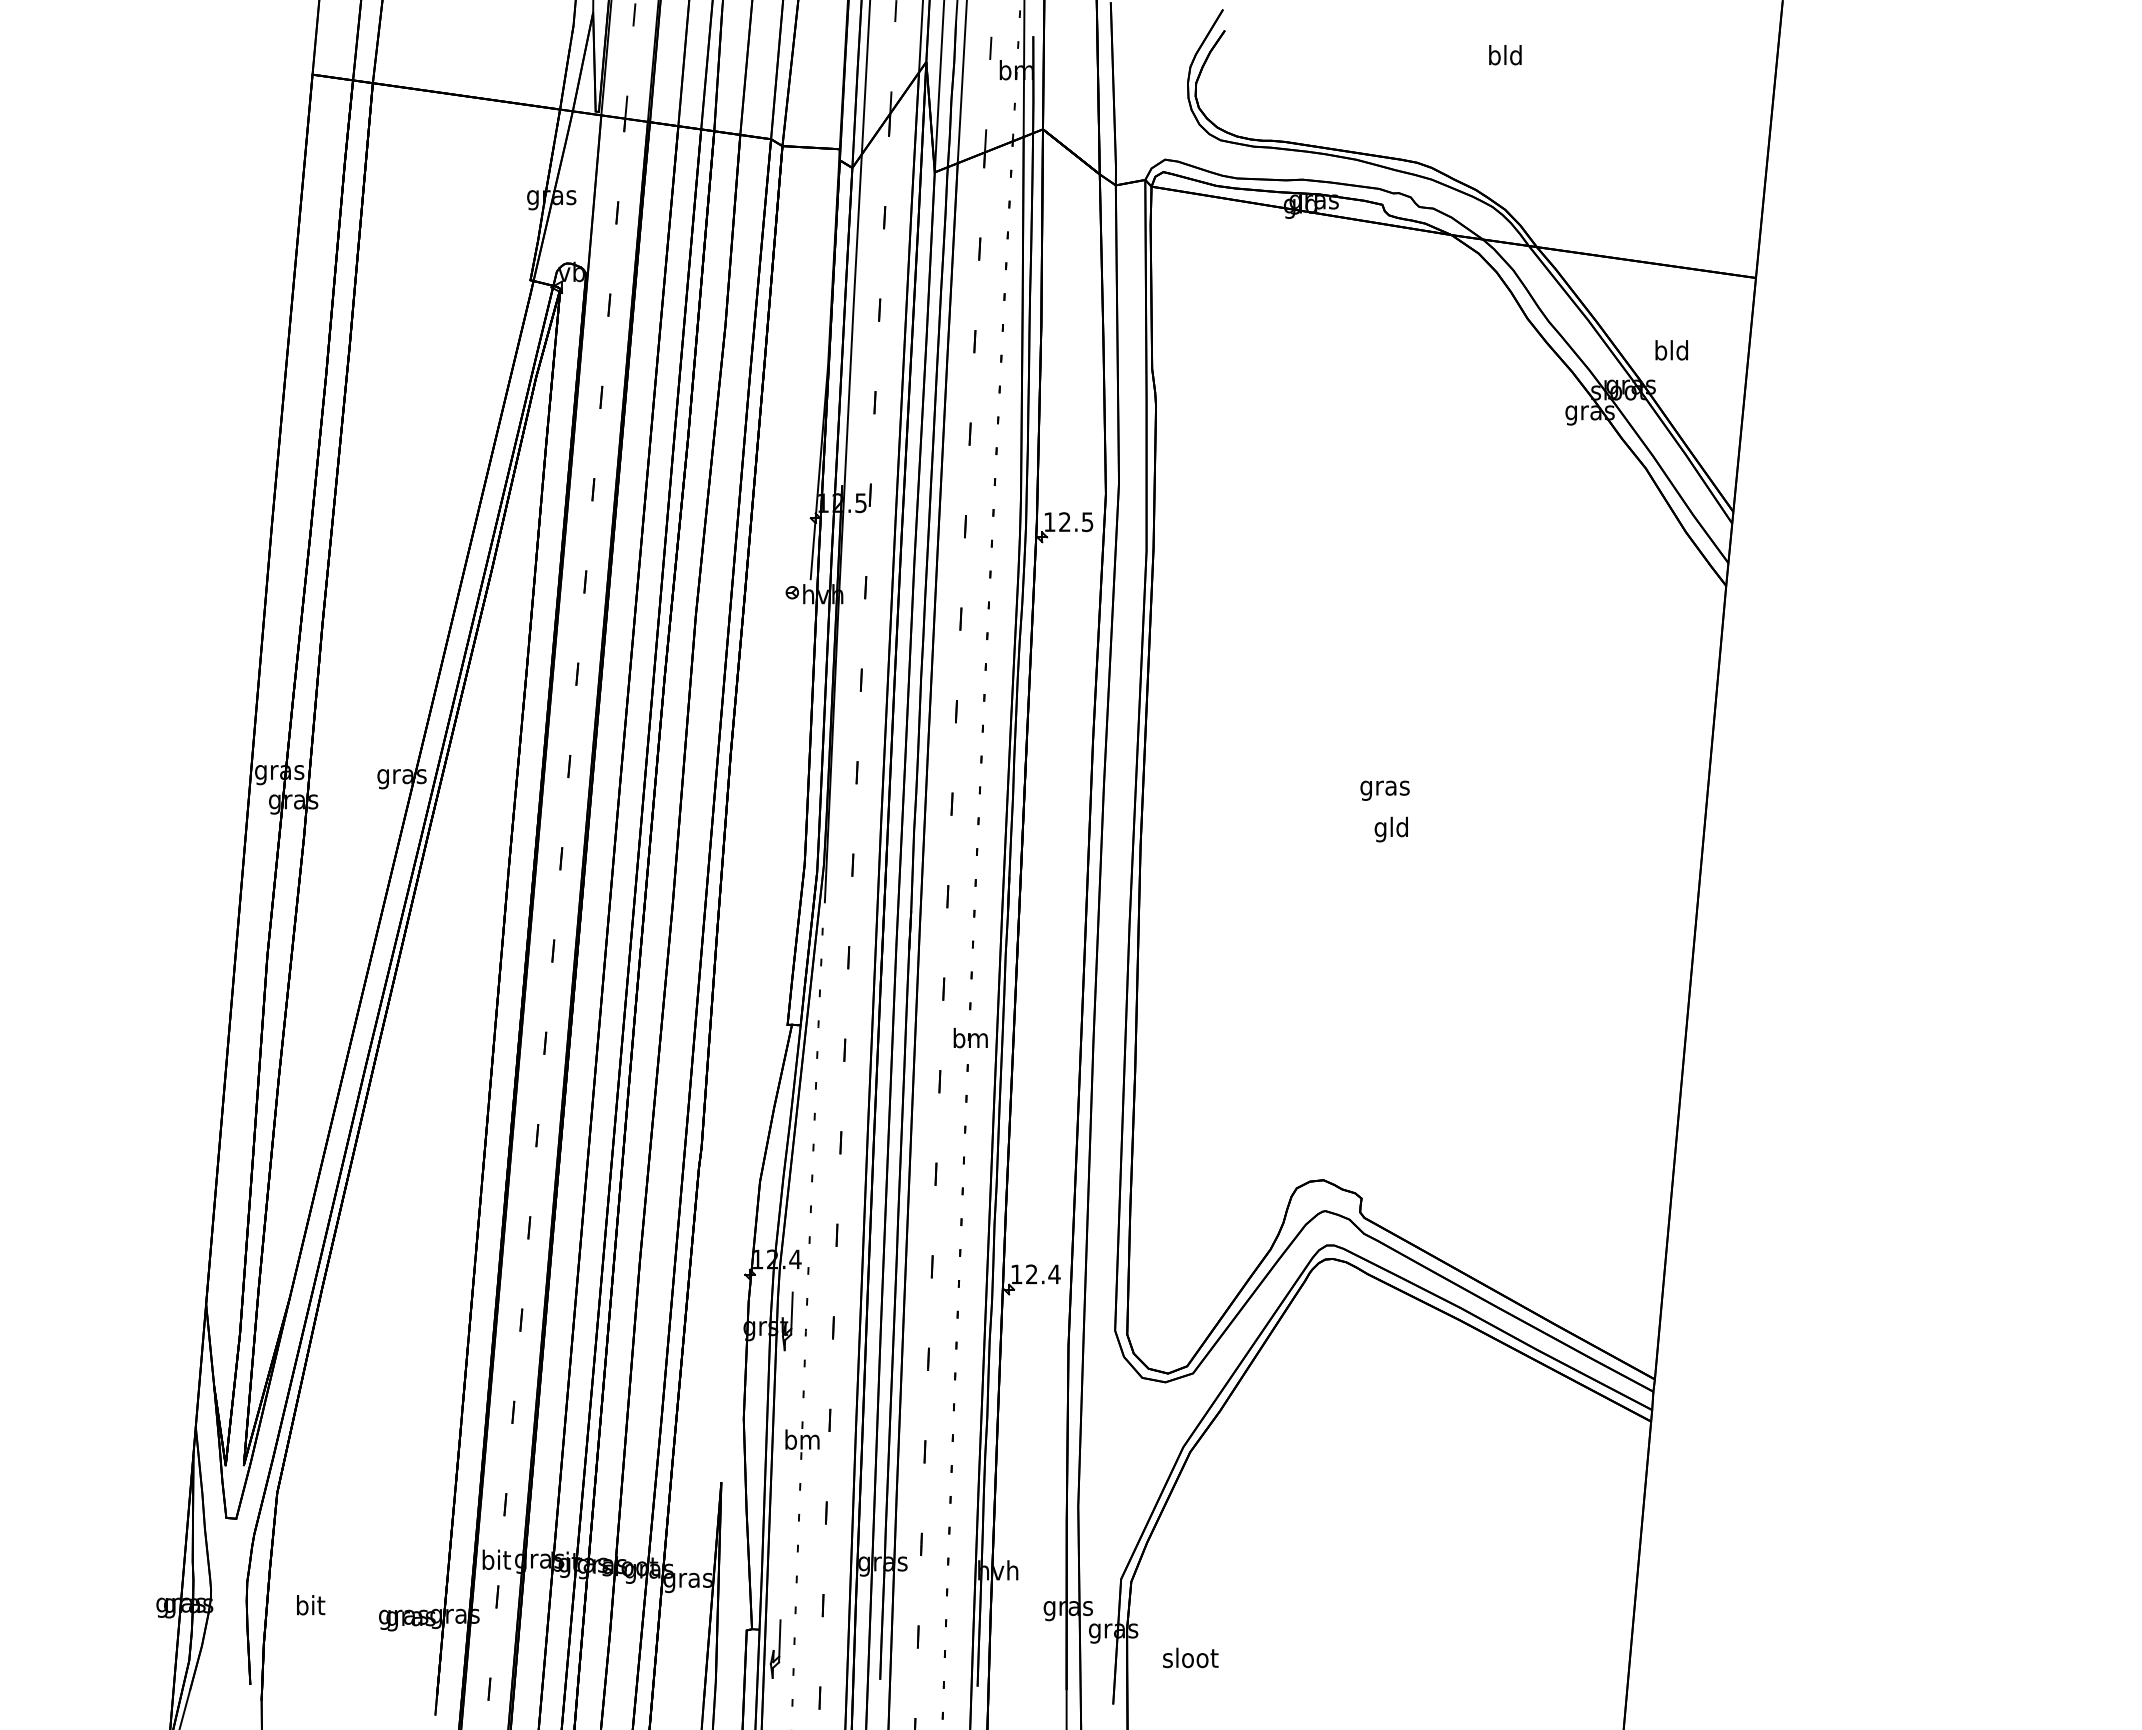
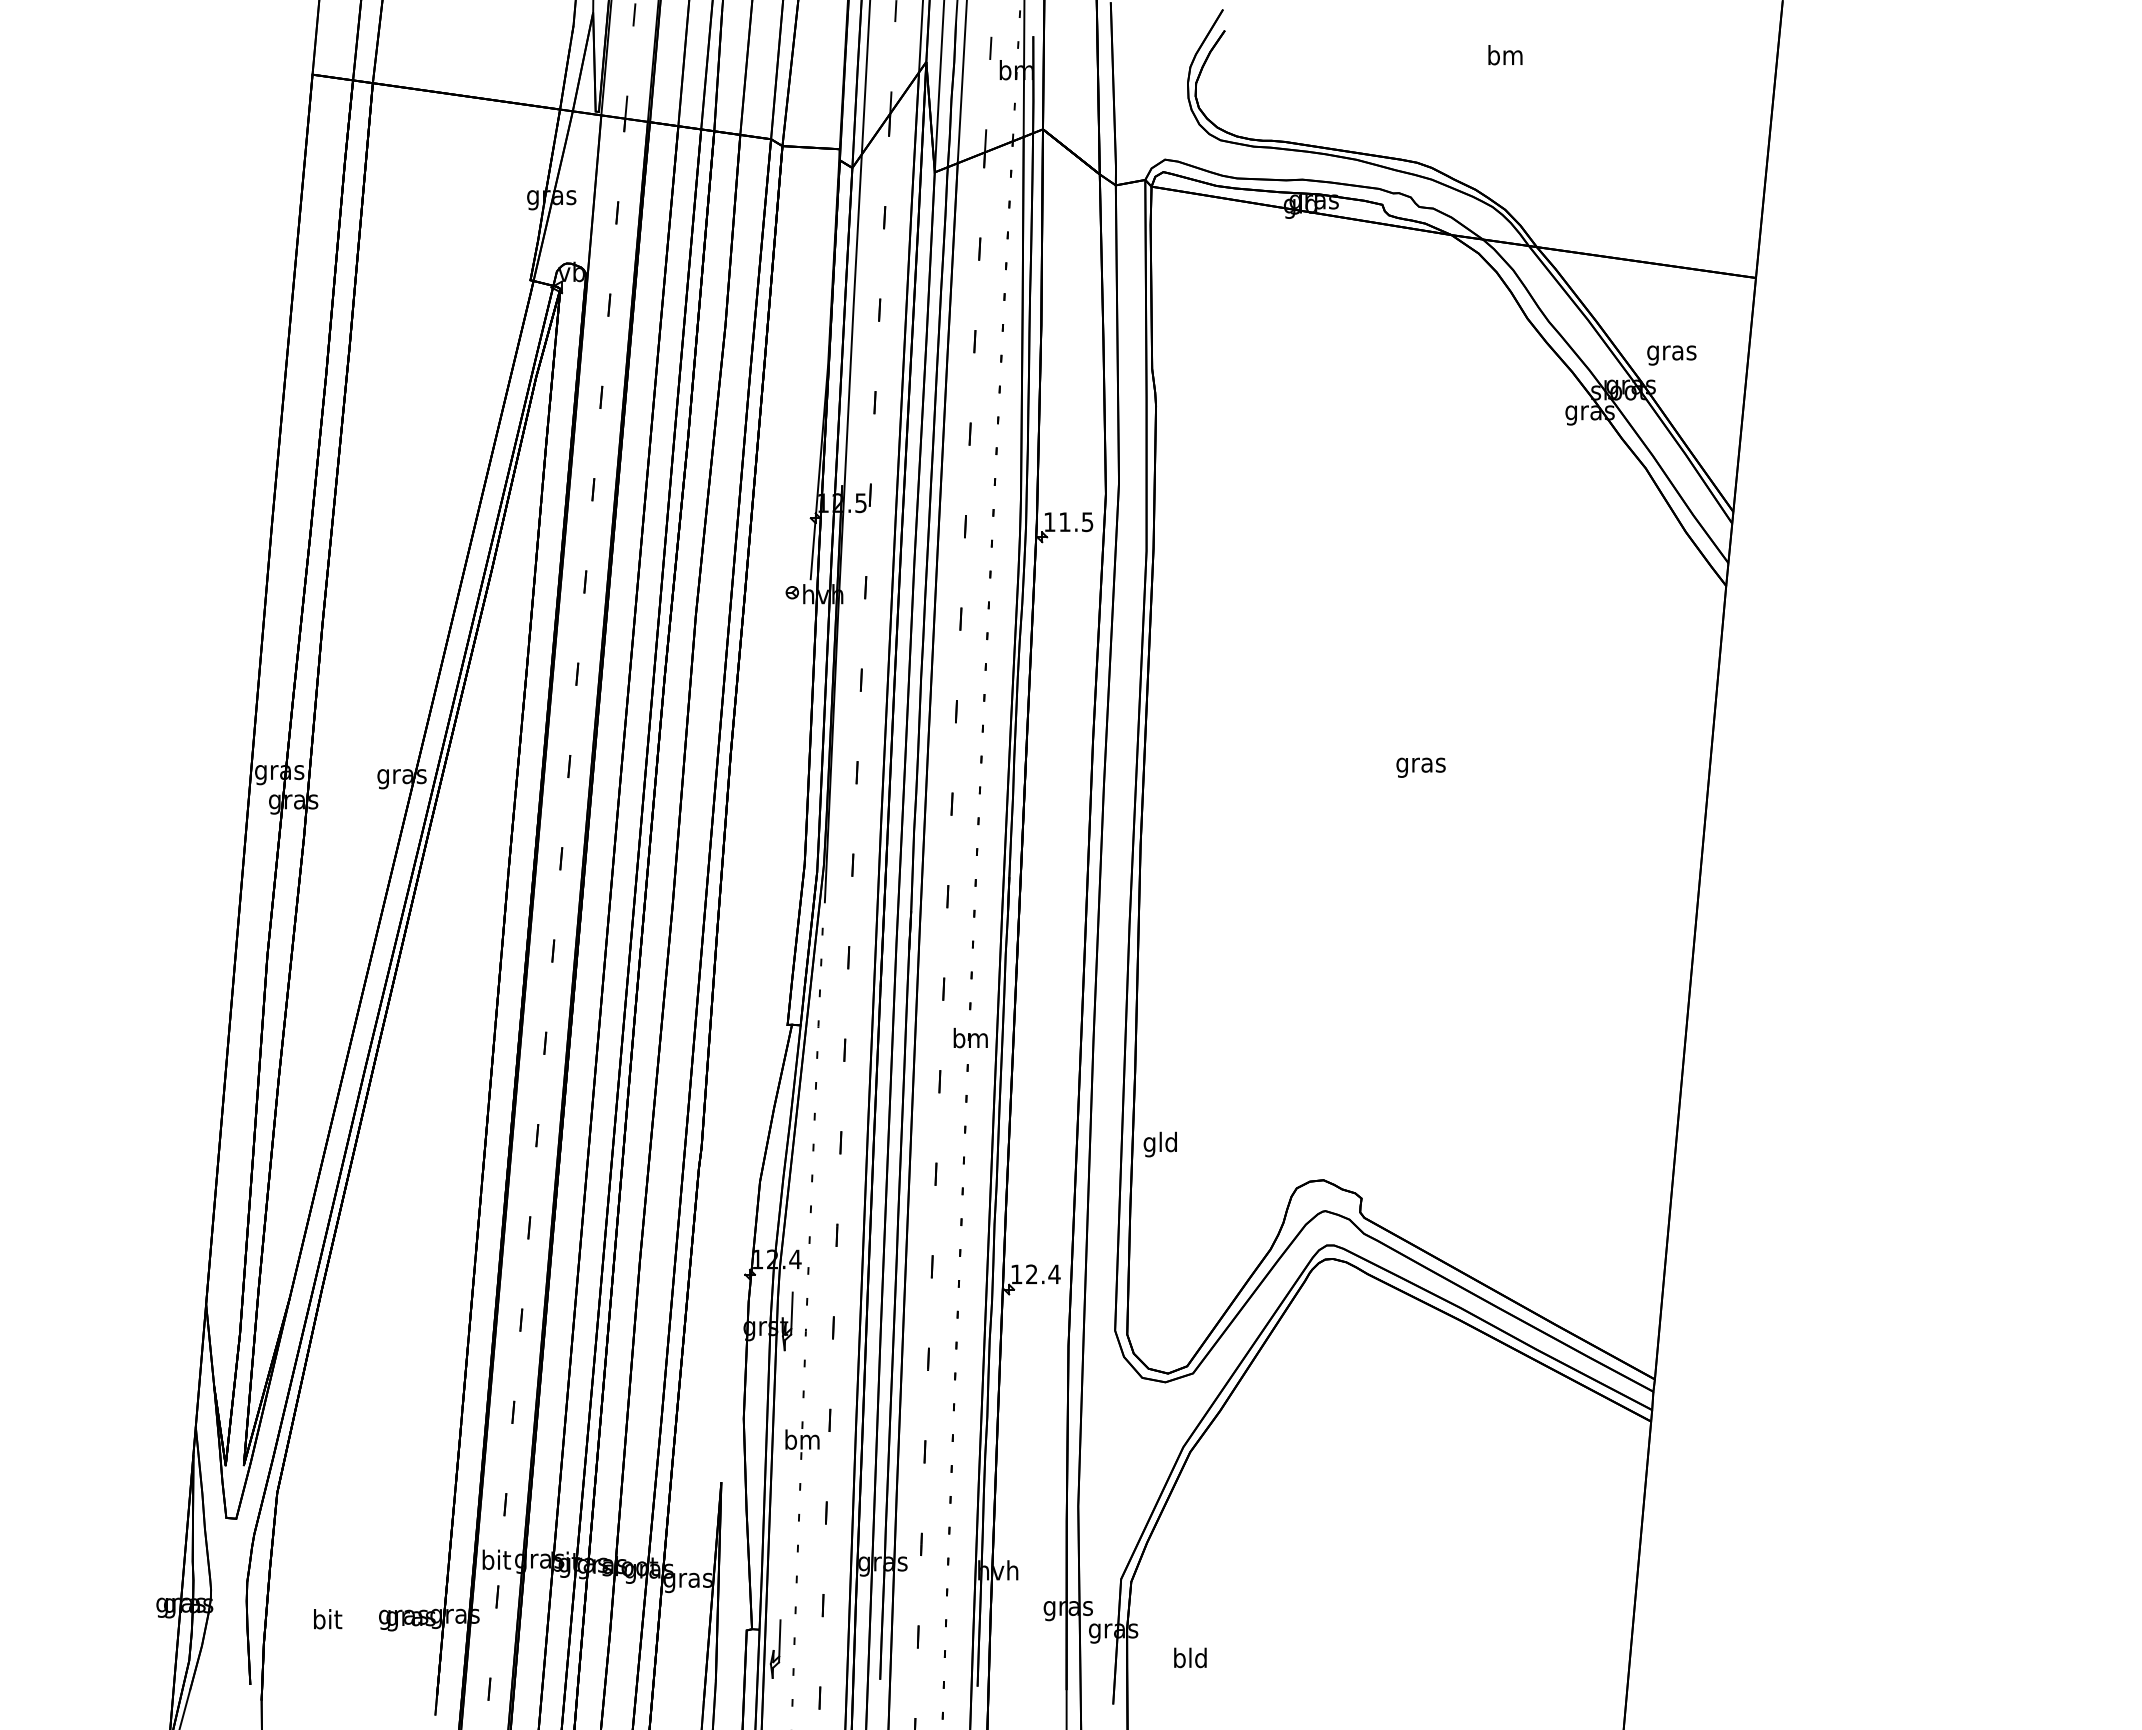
text at (1505, 55): bld -> bm
text at (1671, 352): bld -> gras
text at (1064, 521): 12.5 -> 11.5
text at (1384, 790) position: (1384, 790) -> (1420, 767)
text at (1390, 829) position: (1390, 829) -> (1159, 1144)
text at (311, 1605) position: (311, 1605) -> (328, 1619)
text at (1190, 1657): sloot -> bld
